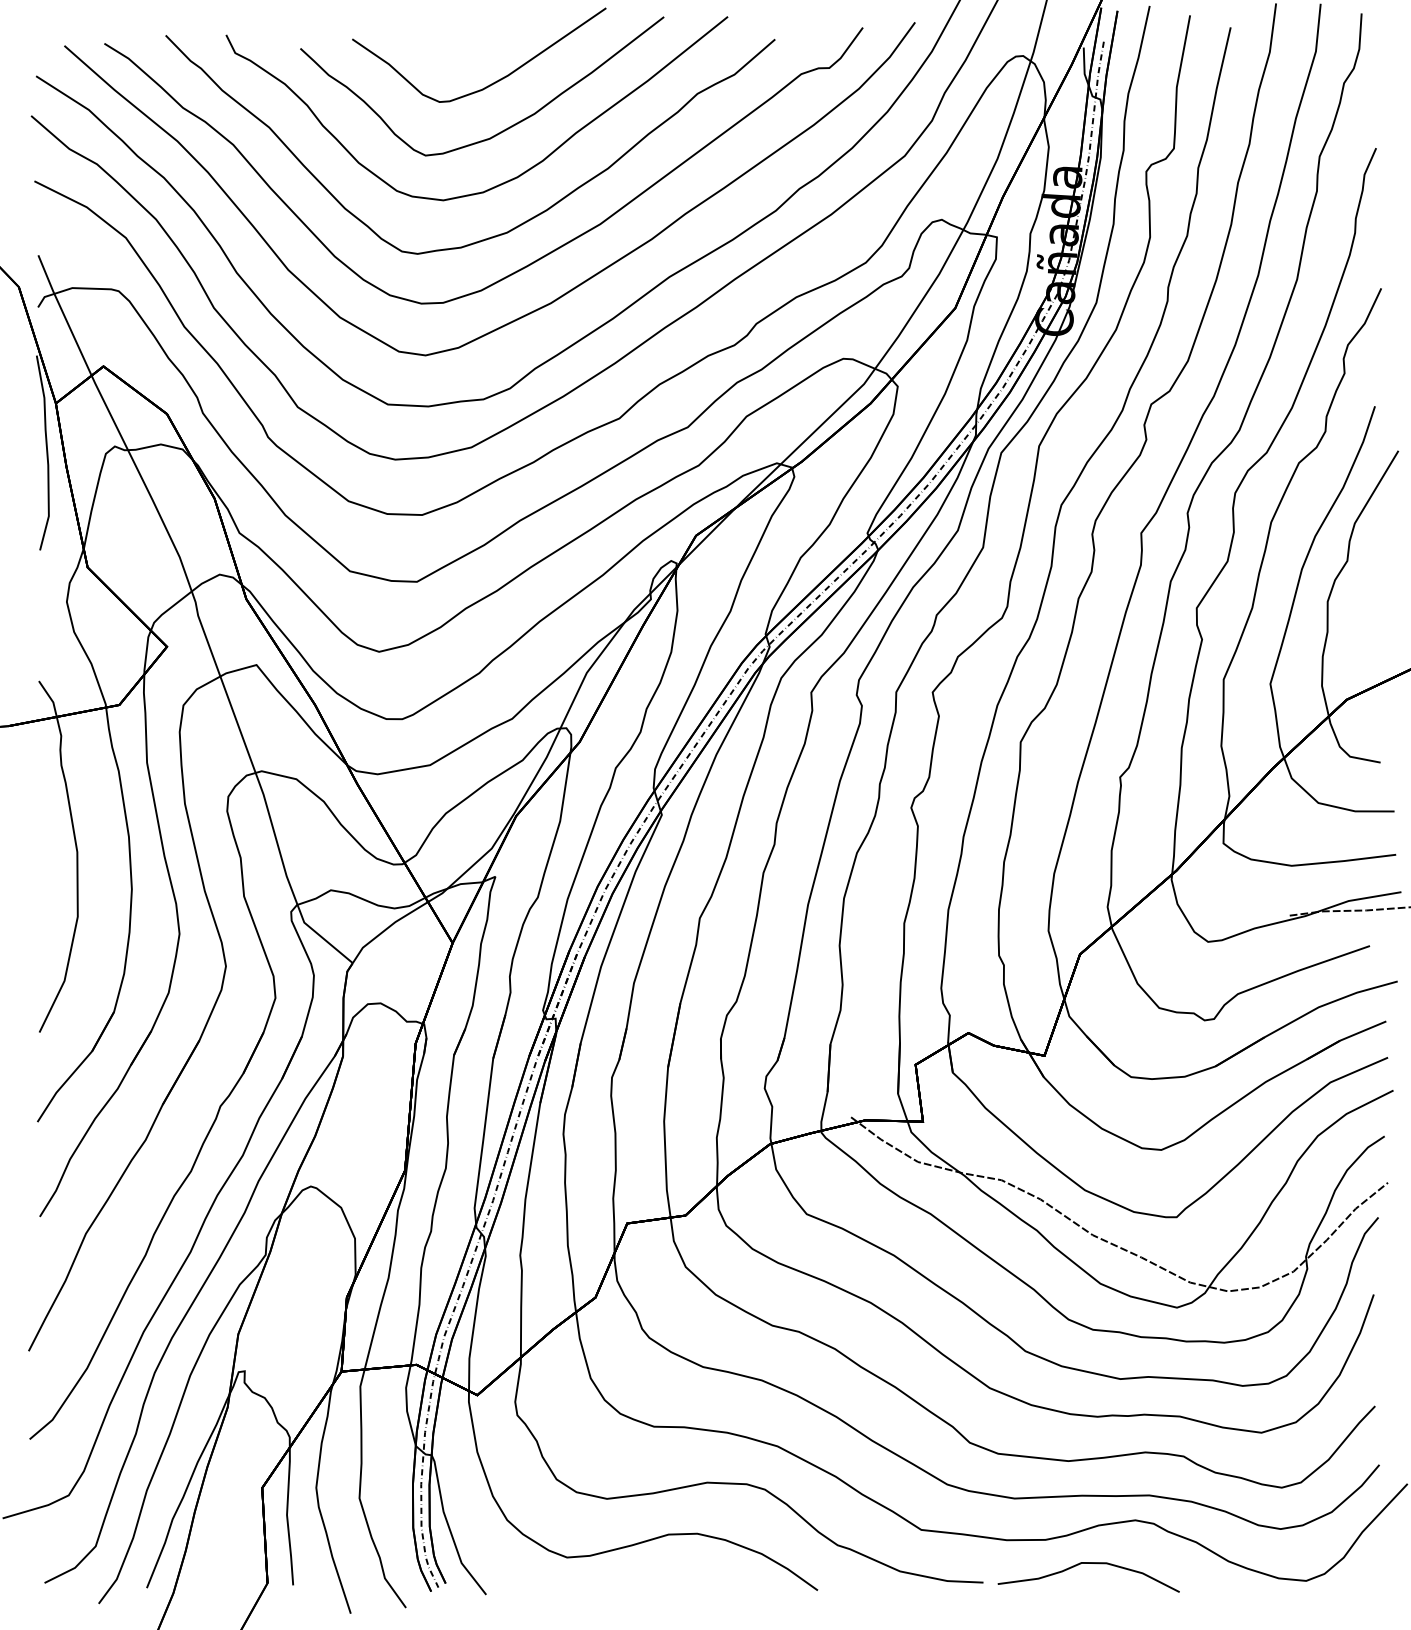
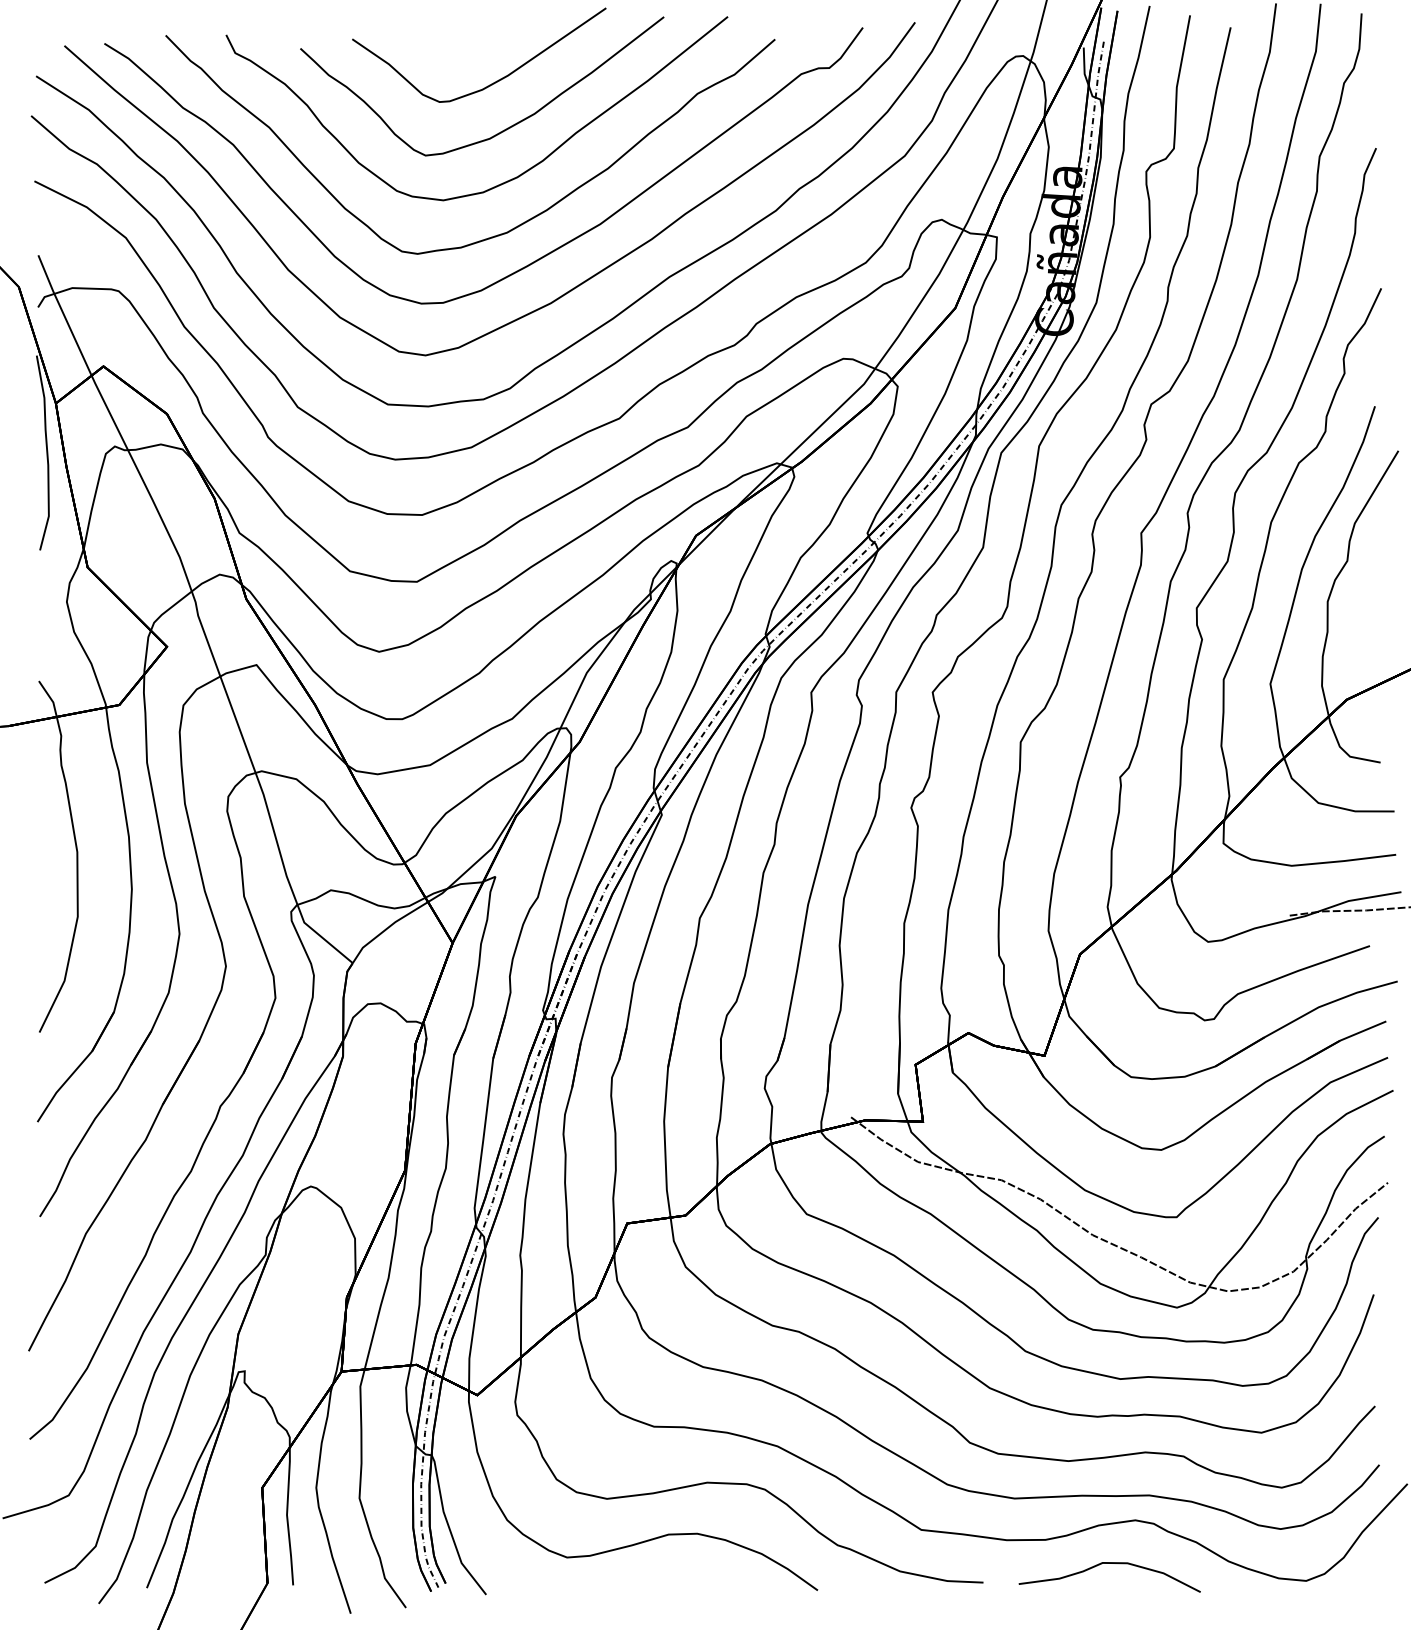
curve at (1088, 1563) position: (1088, 1563) -> (1109, 1563)
